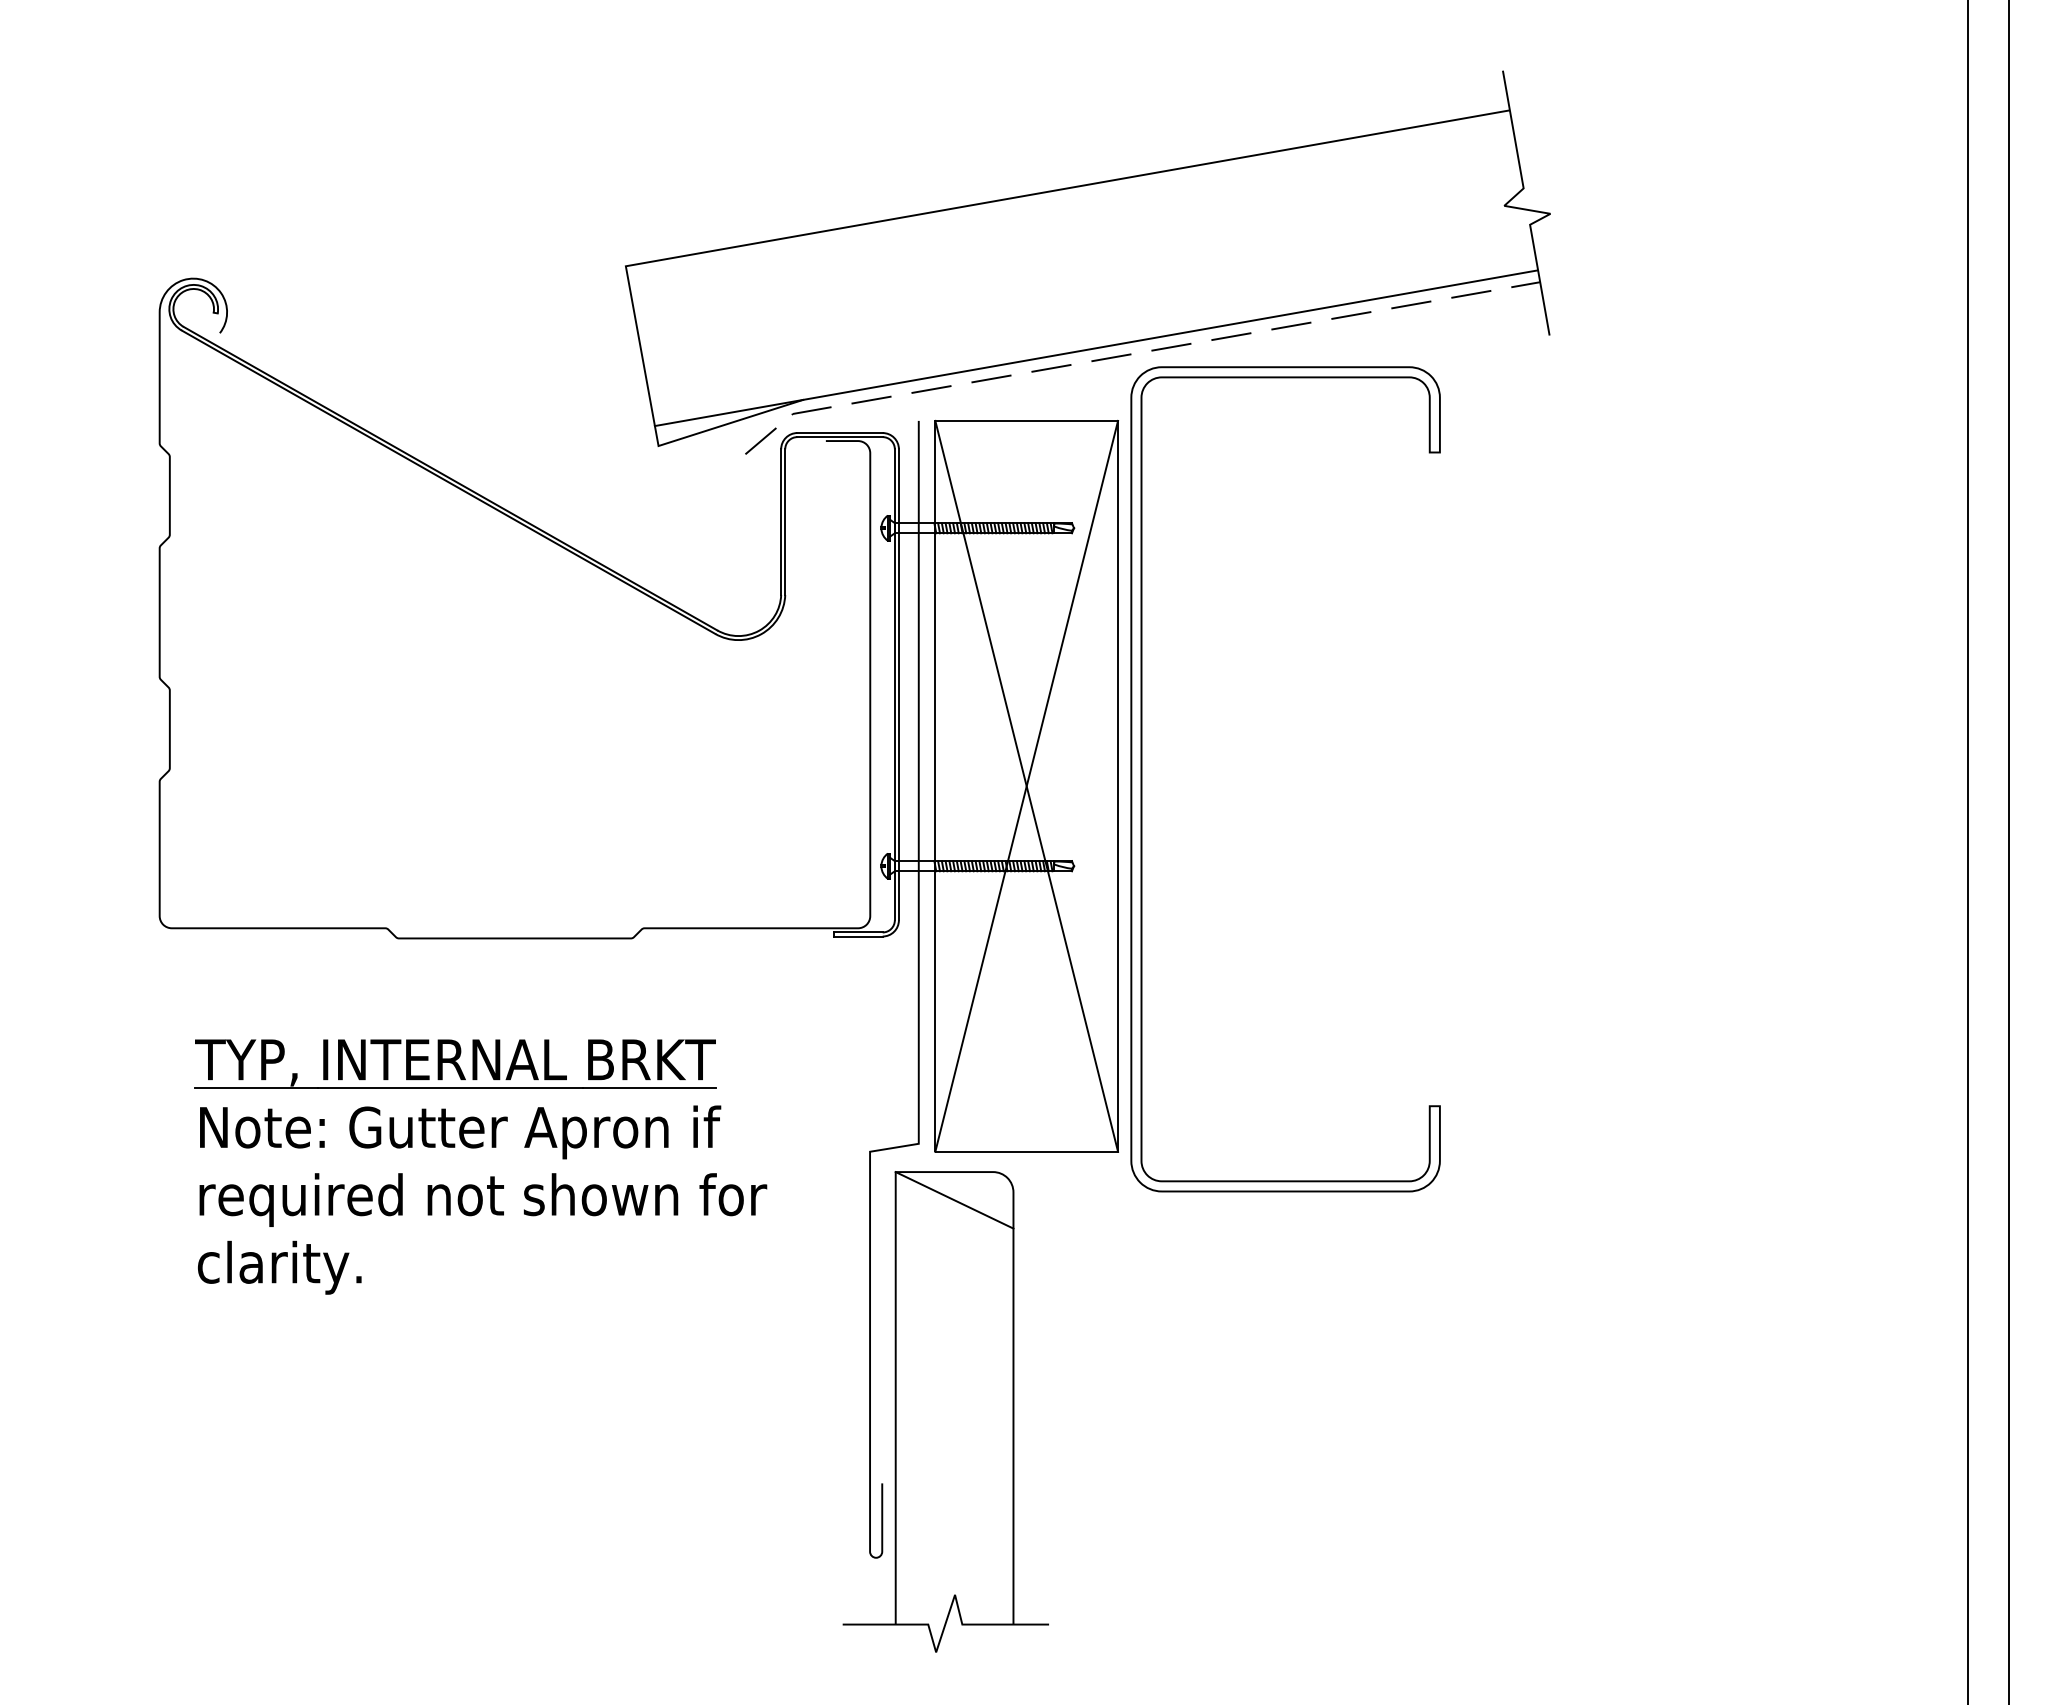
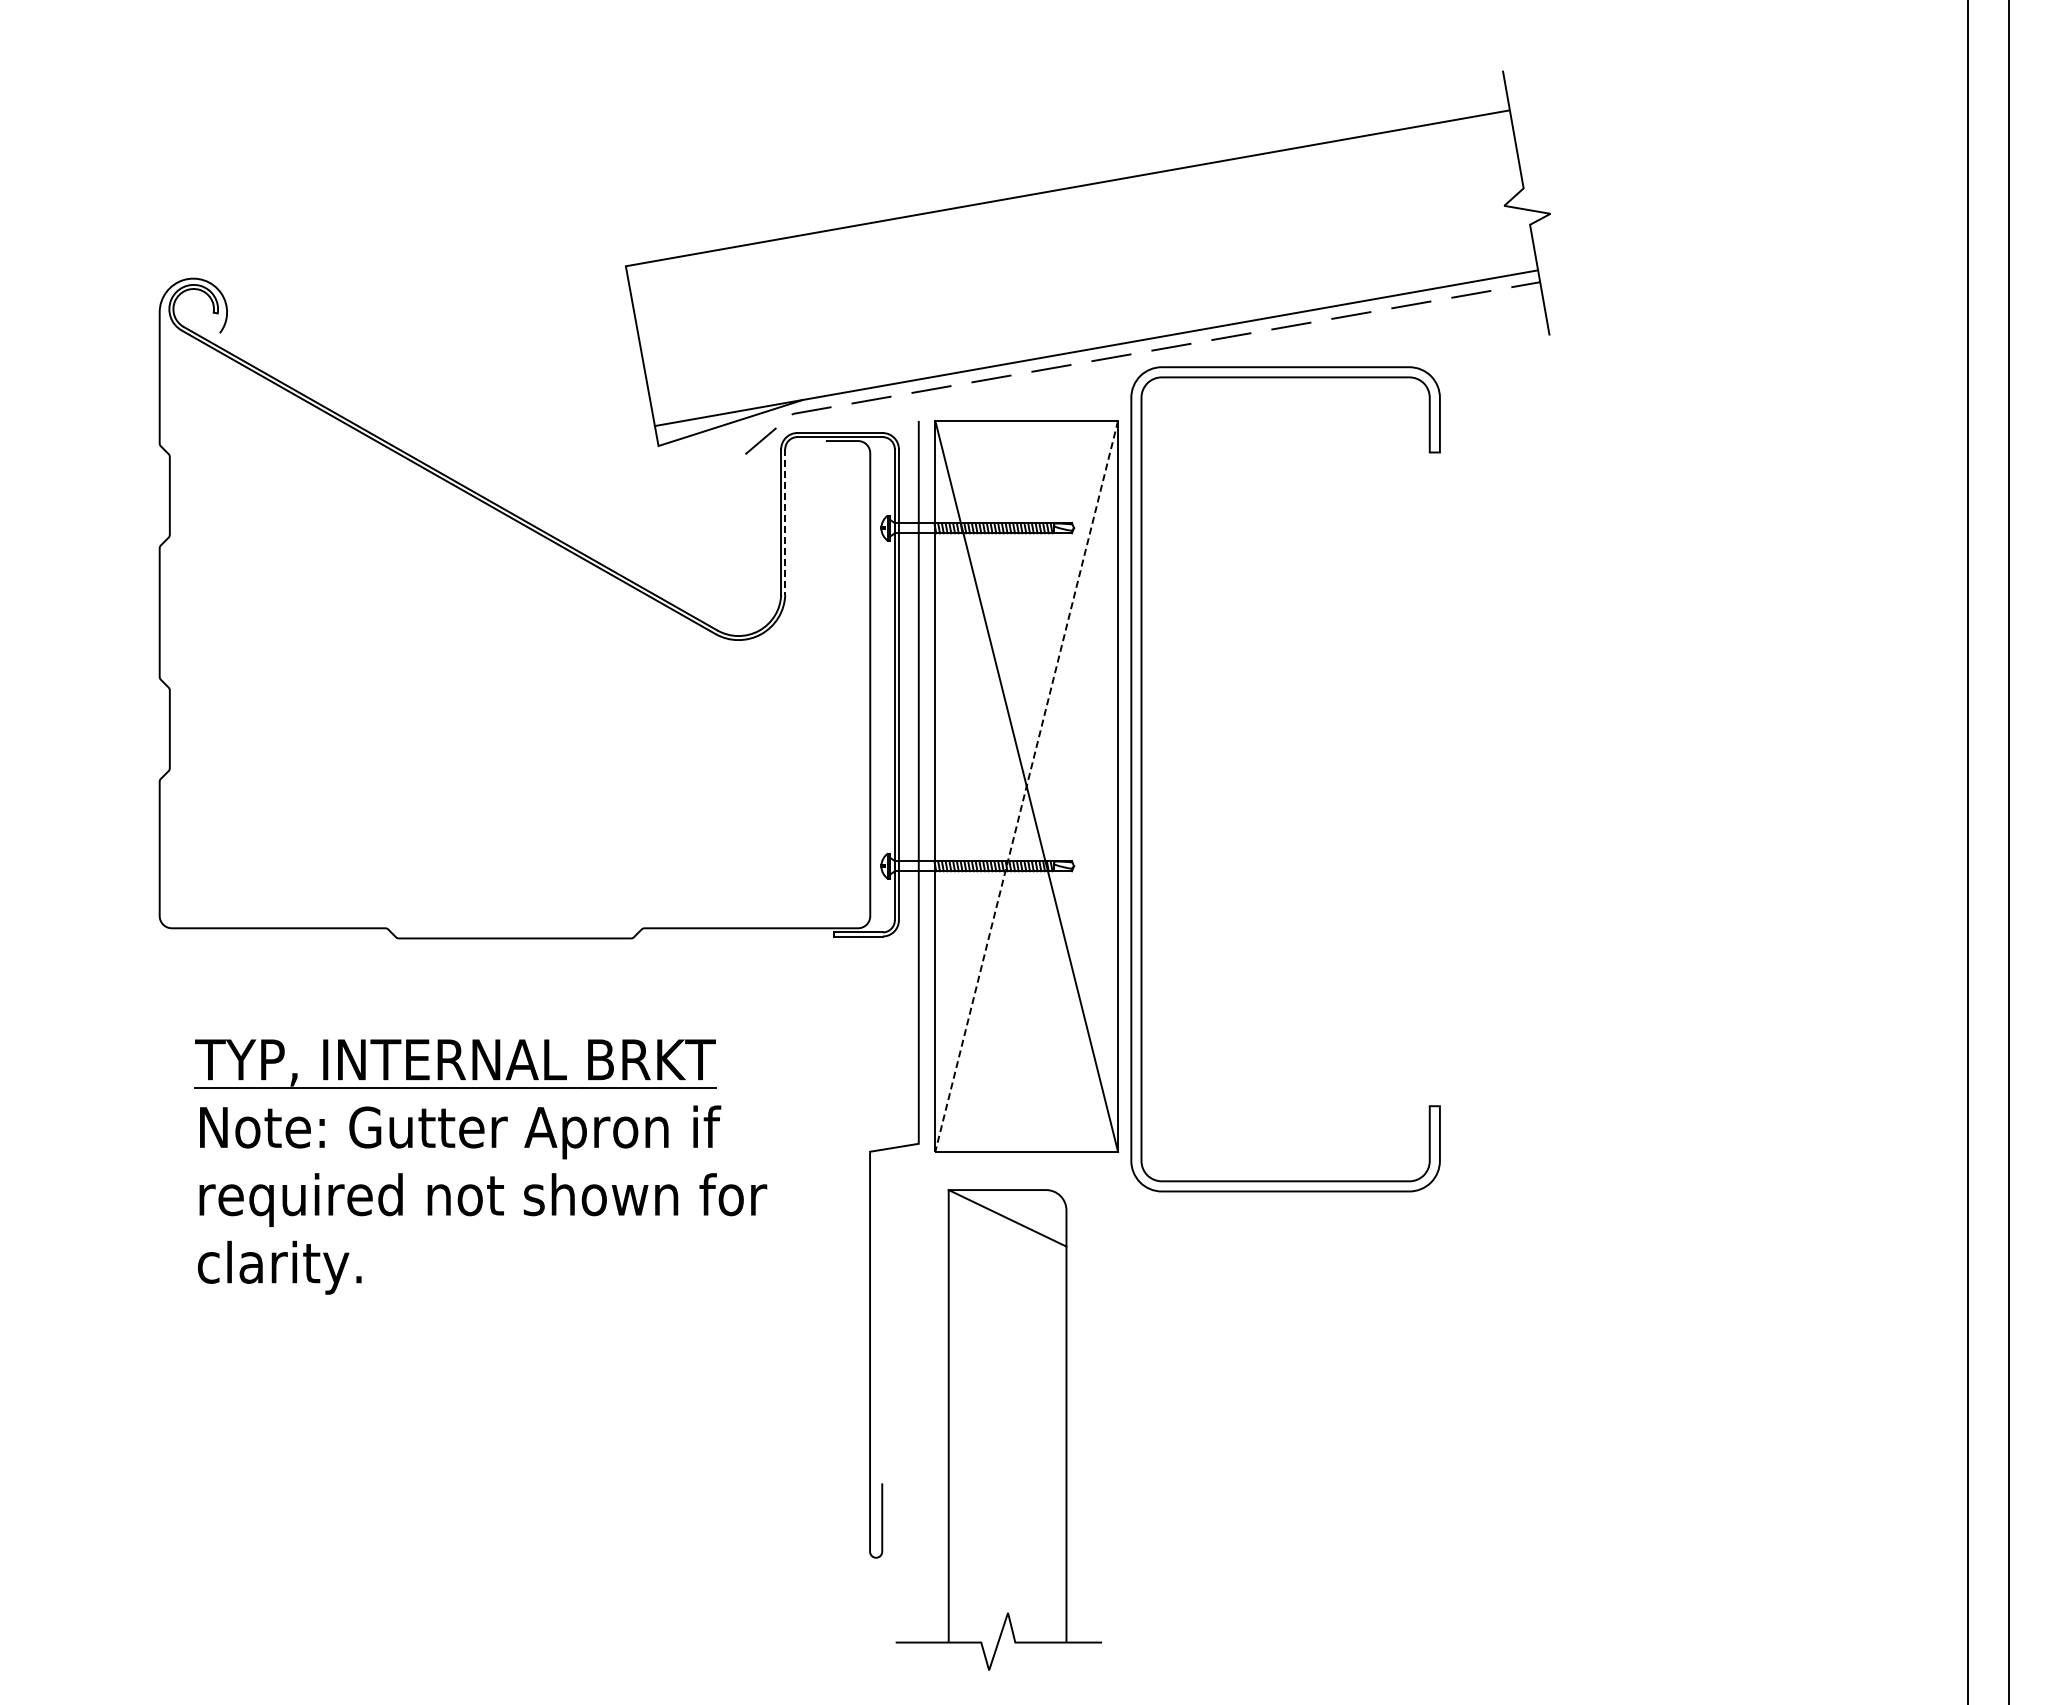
line at (785, 522): solid -> dashed
line at (1026, 786): solid -> dashed
part at (945, 1411) position: (945, 1411) -> (998, 1429)
